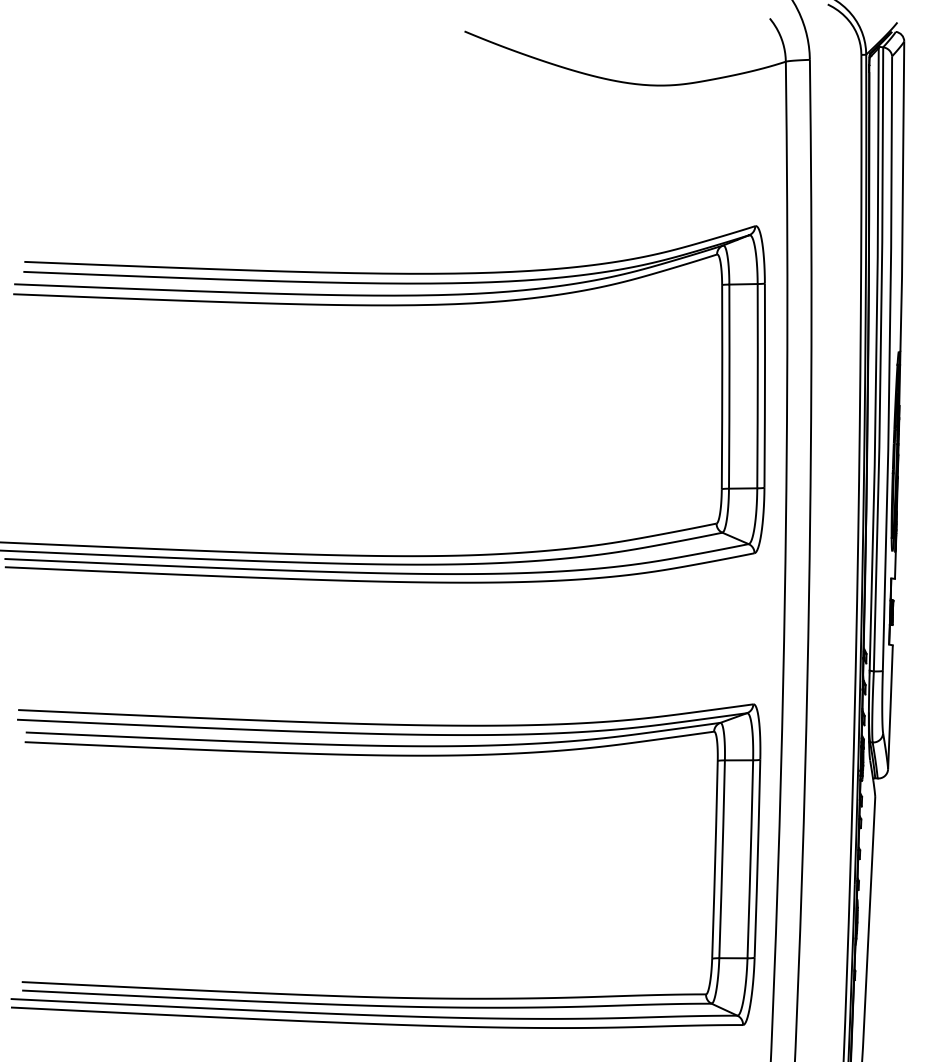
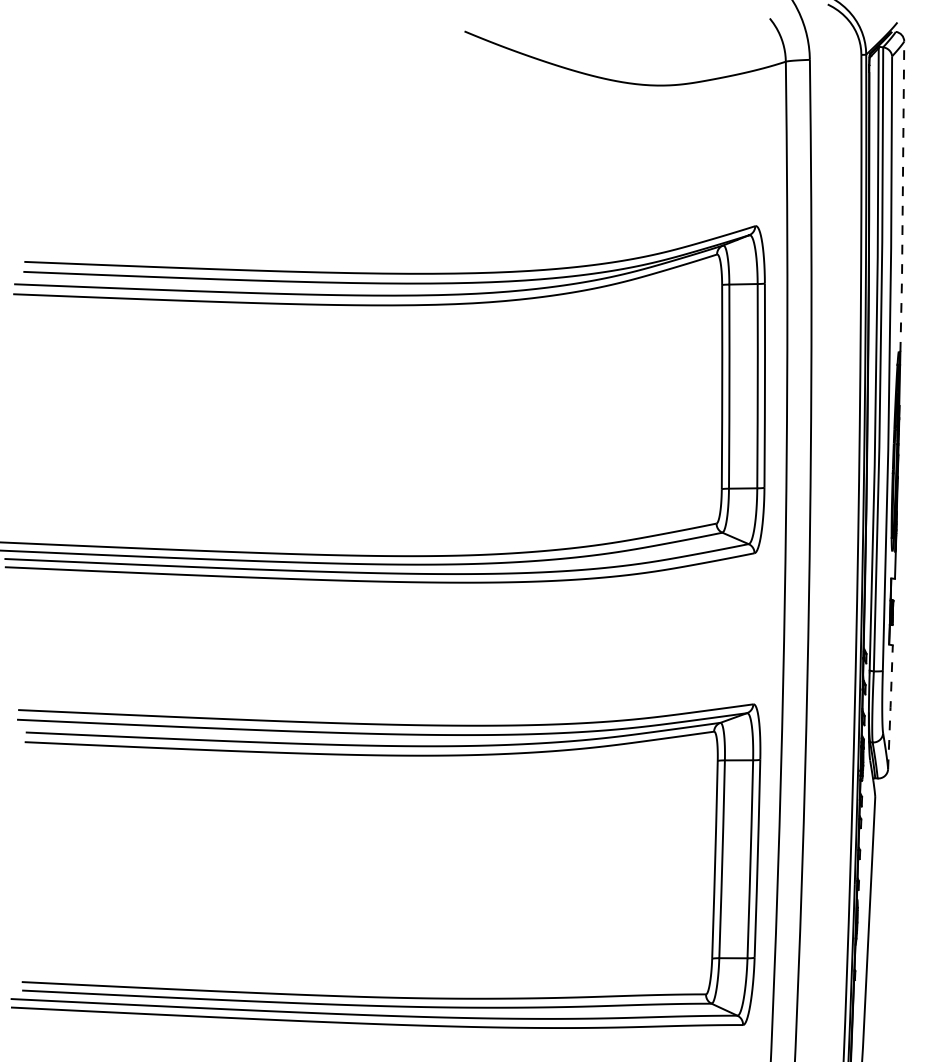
line at (902, 196): solid -> dashed
line at (890, 707): solid -> dashed
